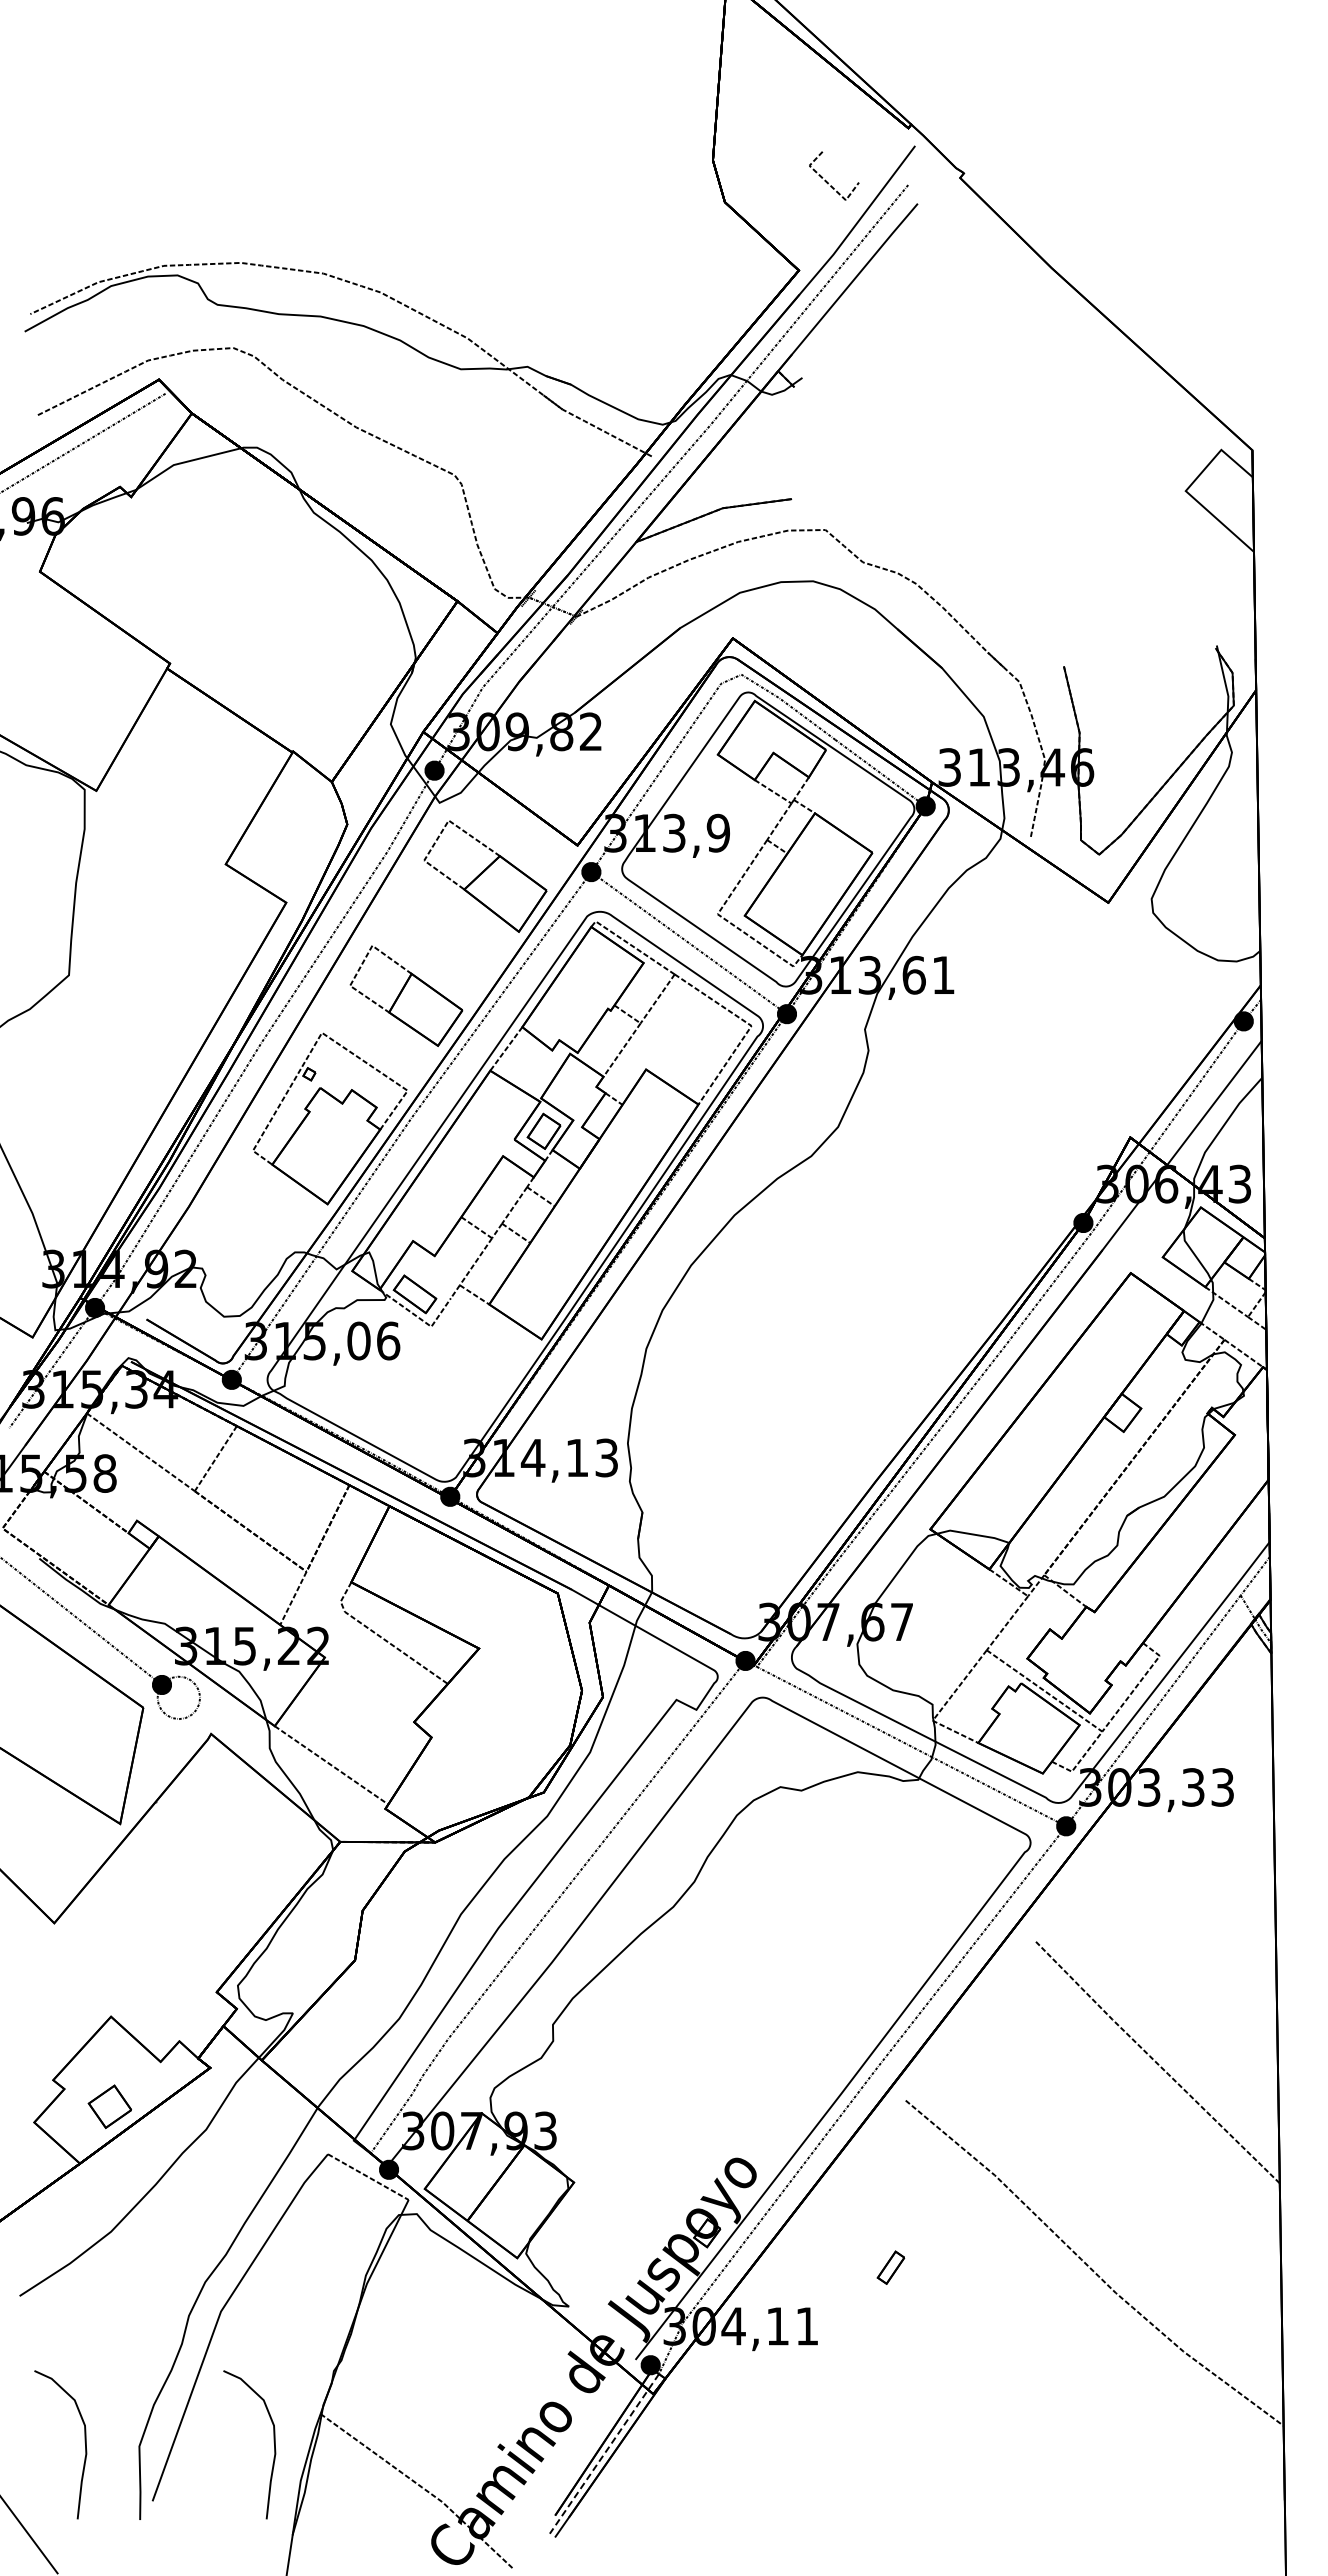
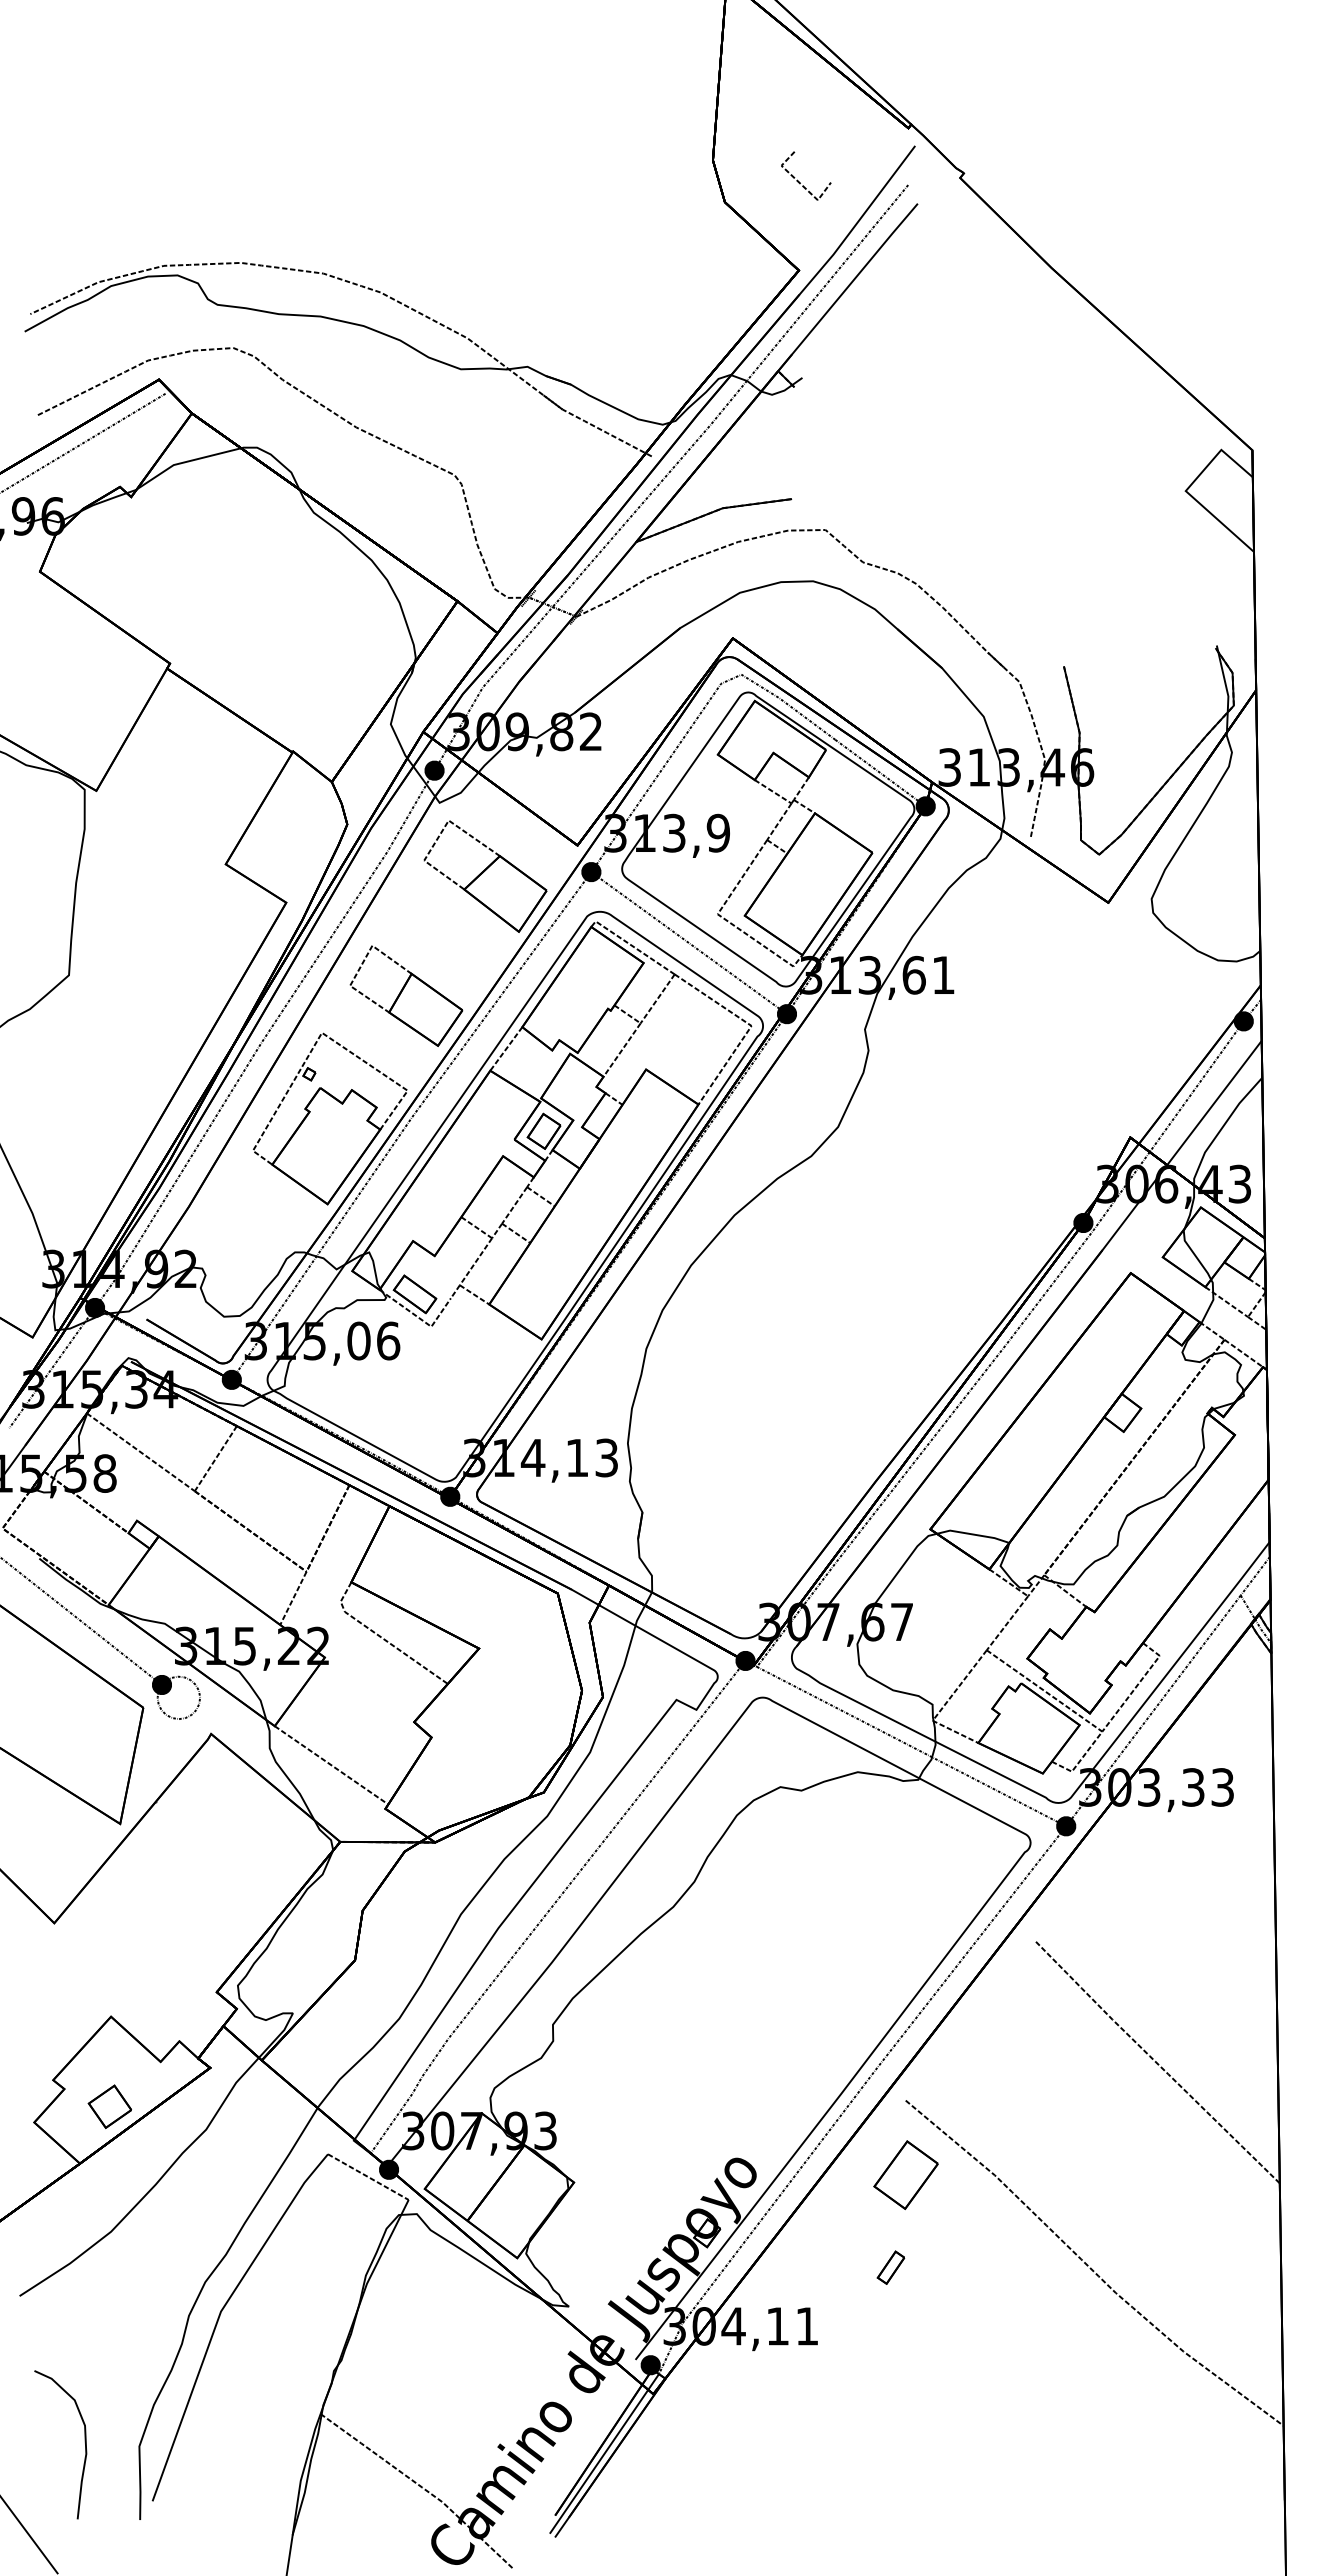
line at (827, 181) position: (827, 181) -> (799, 181)
part at (905, 2174): none -> present
curve at (273, 2442): present -> none
line at (604, 2453): dashed -> solid
